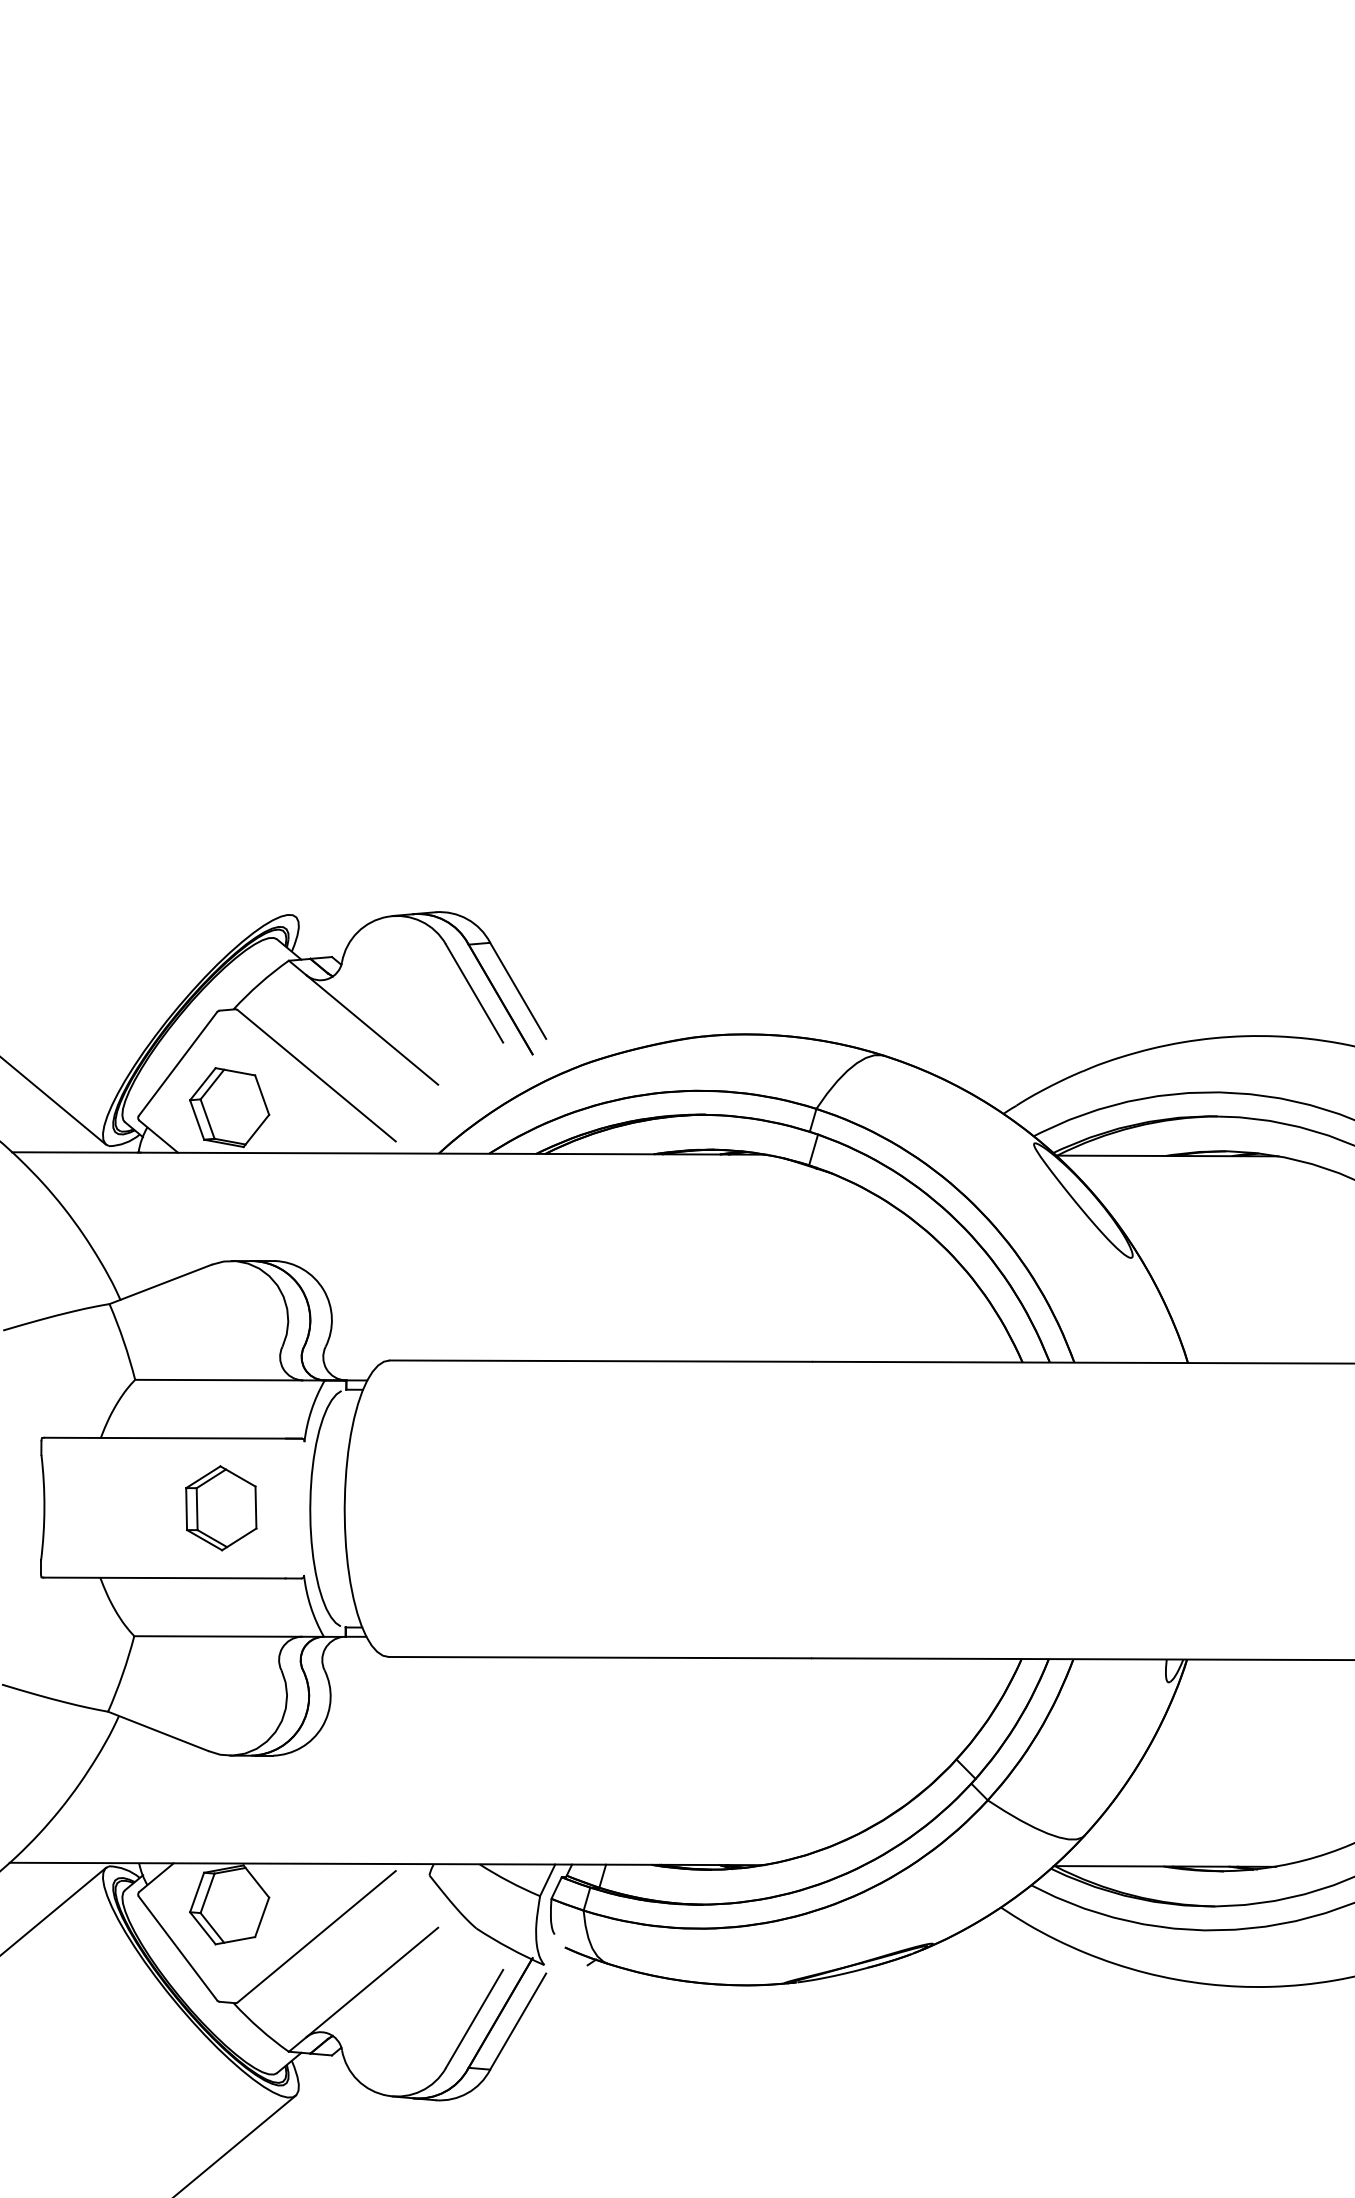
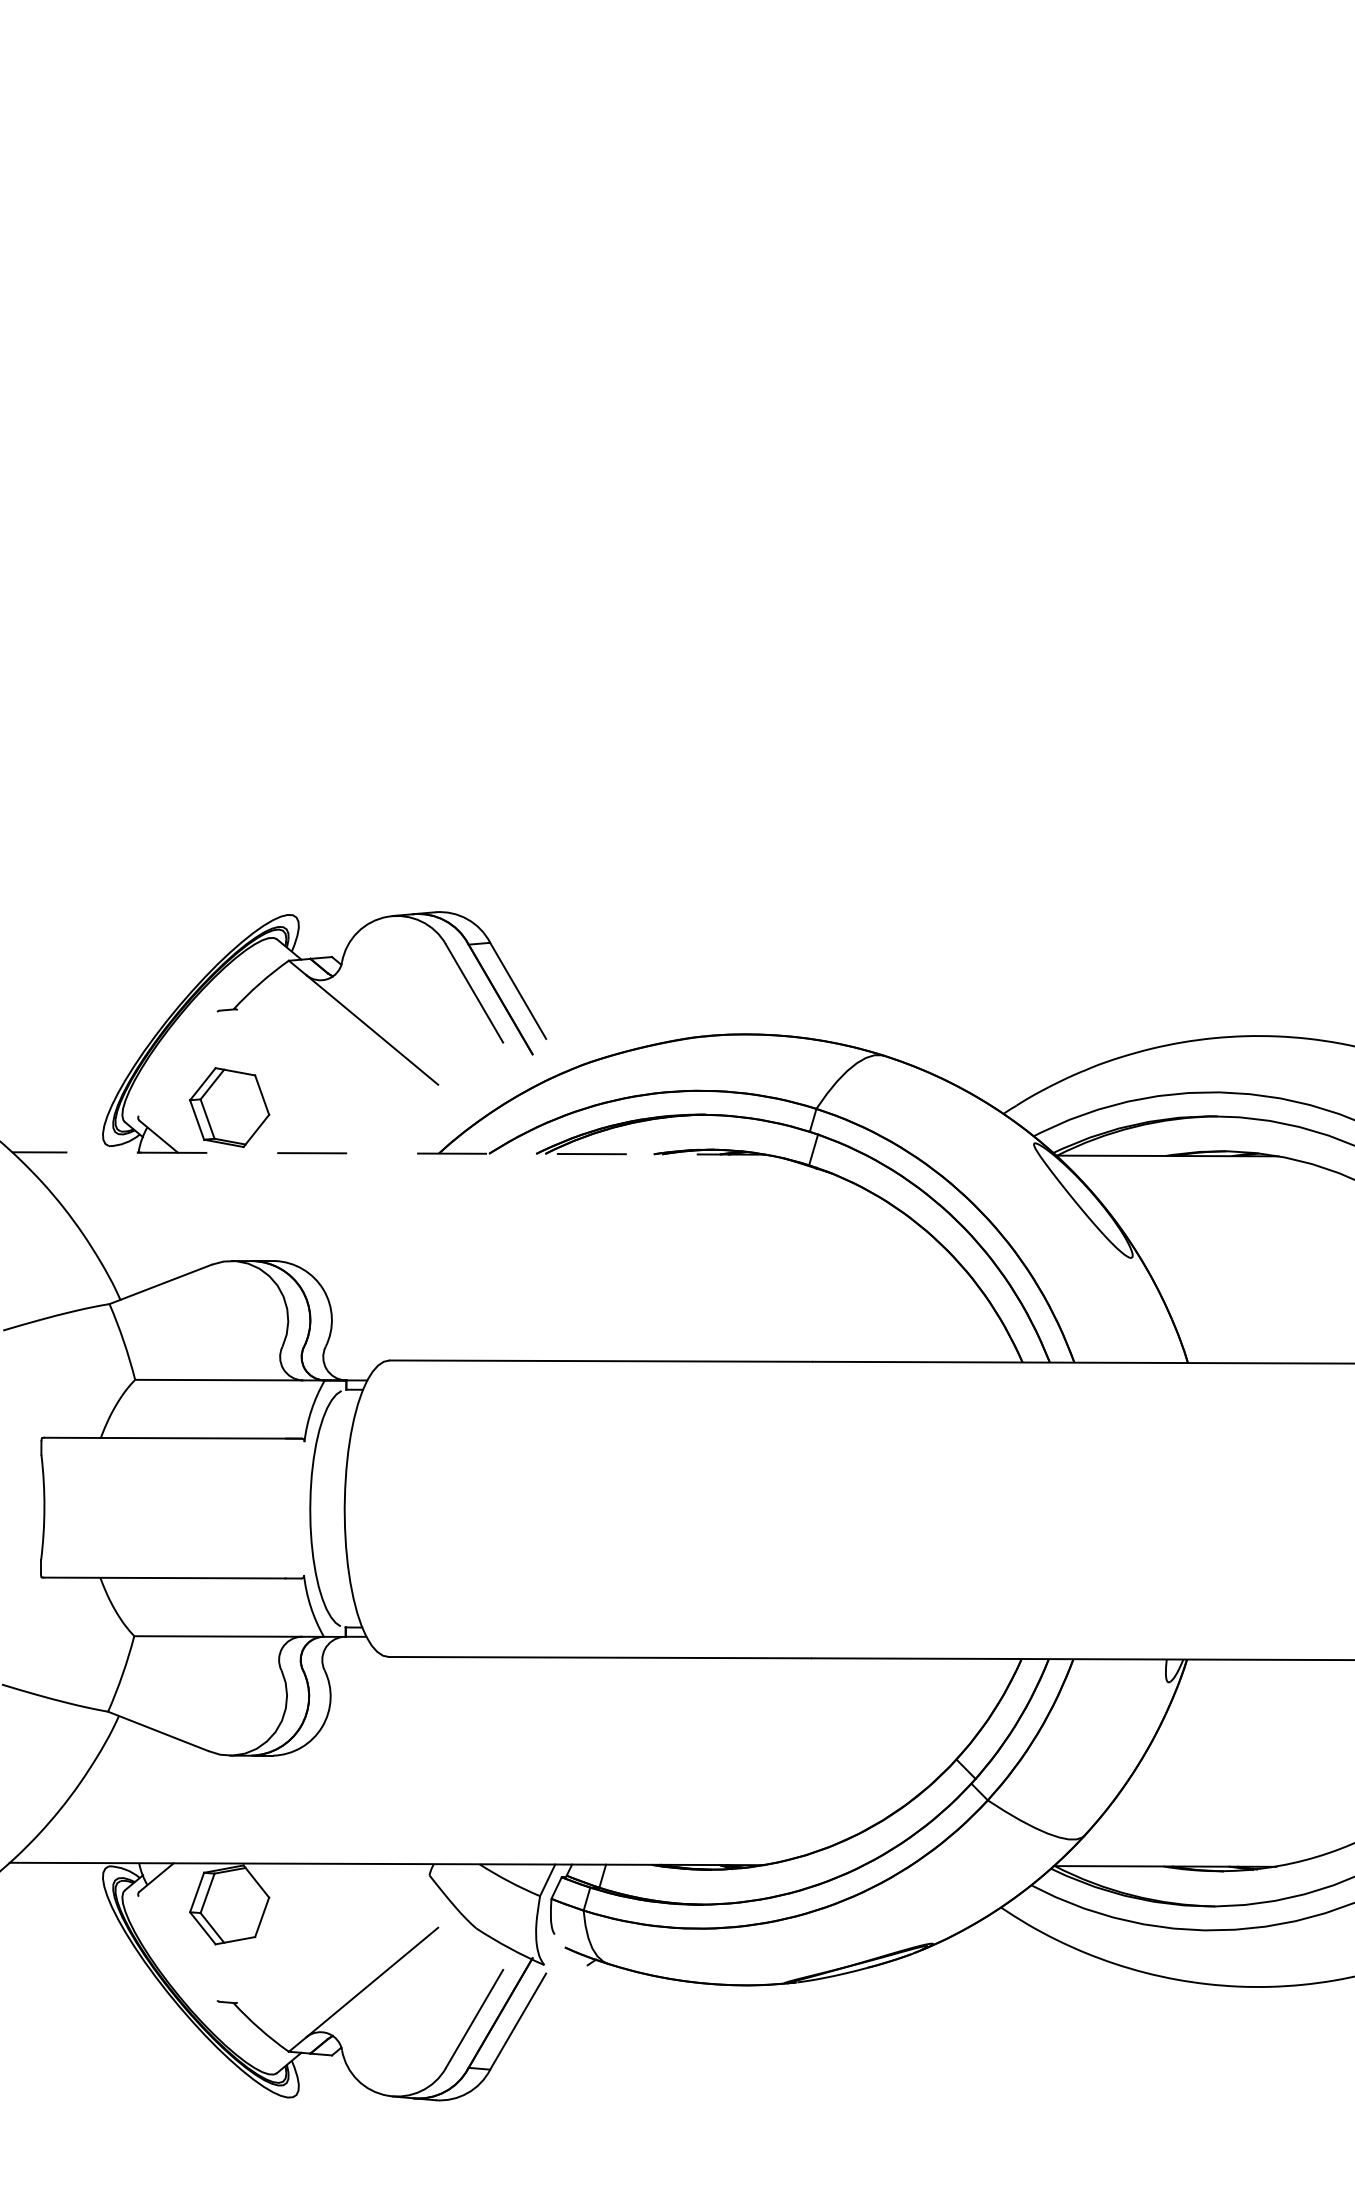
line at (177, 1063): present -> none
line at (316, 1075): present -> none
line at (54, 1101): present -> none
line at (388, 1153): solid -> dashed
part at (221, 1508): present -> none
line at (54, 1910): present -> none
line at (316, 1936): present -> none
line at (177, 1948): present -> none
line at (235, 2144): present -> none
